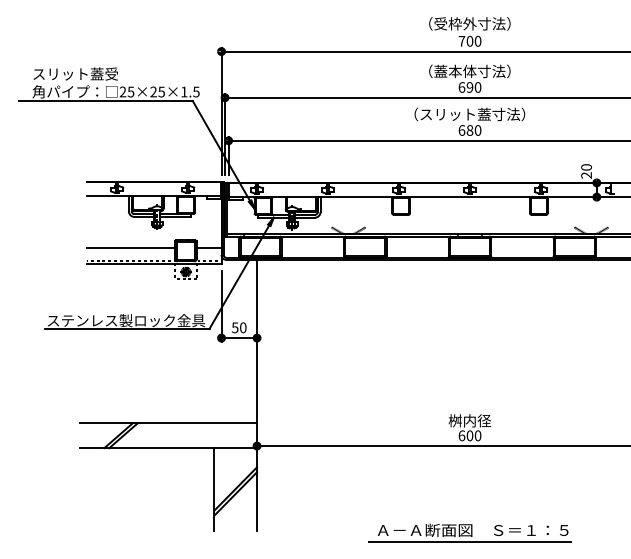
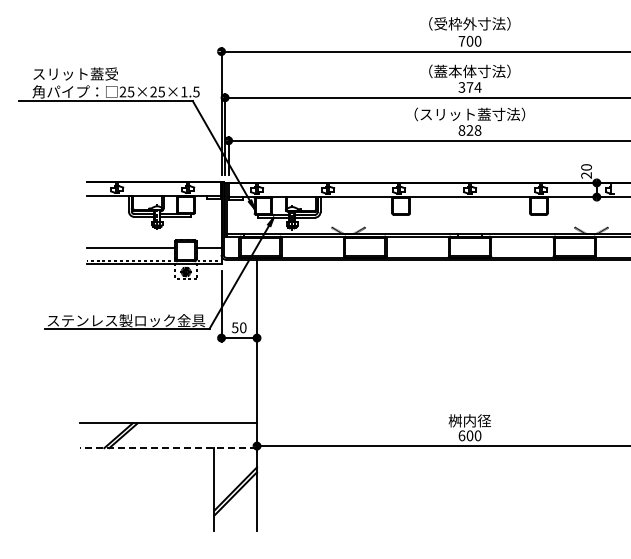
text at (469, 87): 690 -> 374
text at (469, 130): 680 -> 828
line at (168, 448): solid -> dashed
part at (469, 532): present -> none
